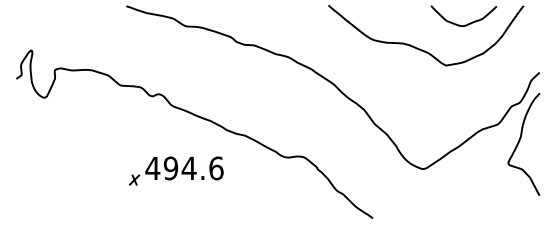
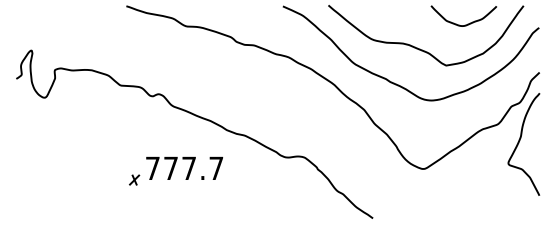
curve at (396, 83): none -> present
text at (184, 168): 494.6 -> 777.7
